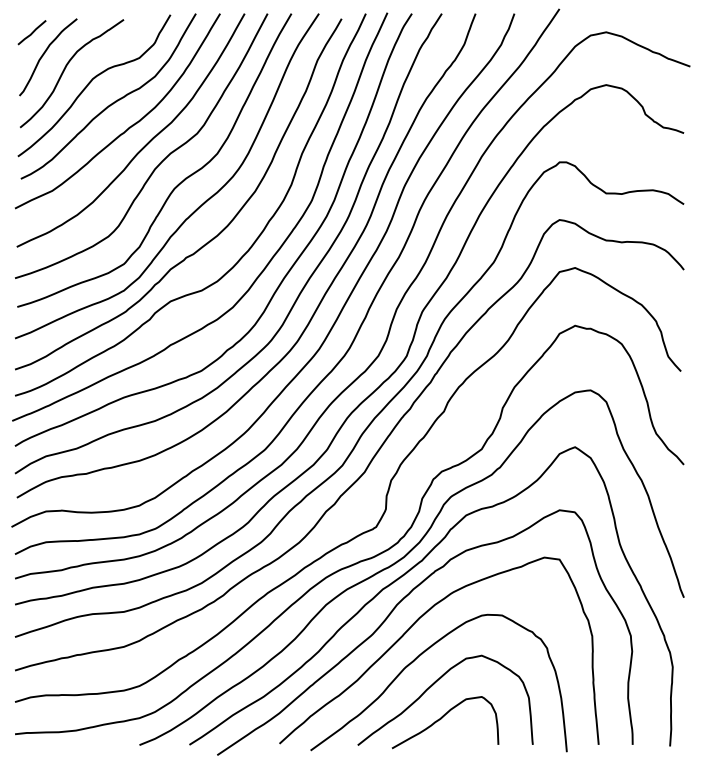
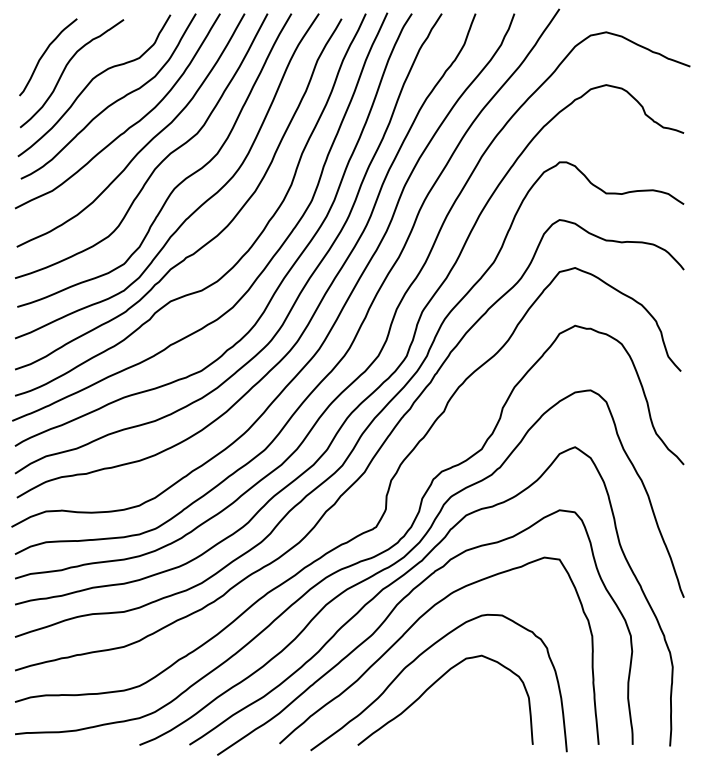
line at (31, 32): present -> none
curve at (442, 718): present -> none
